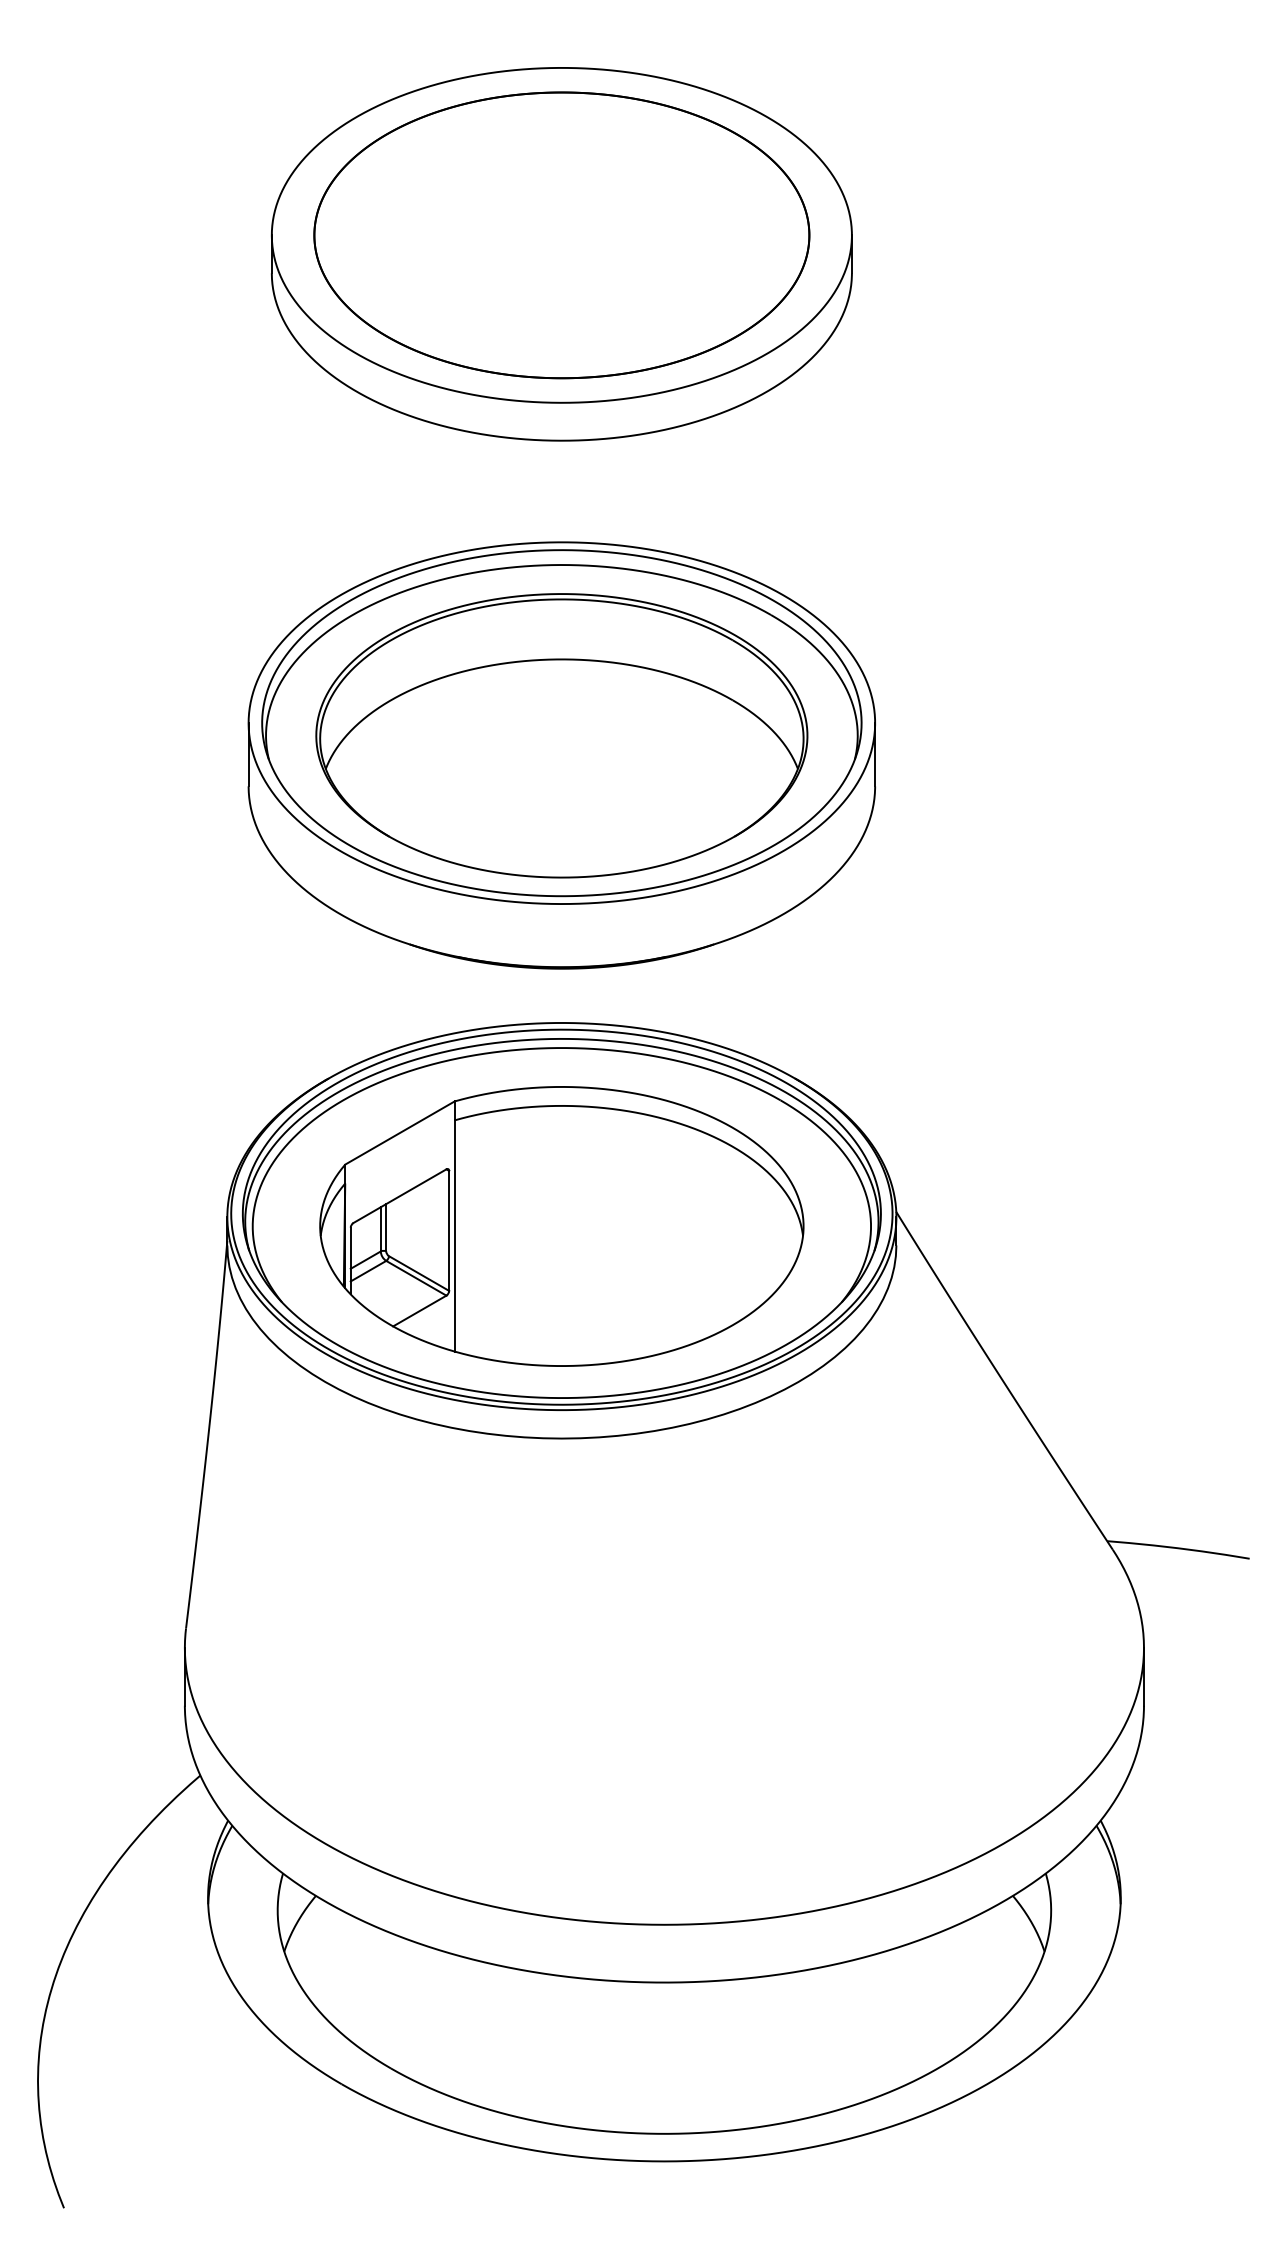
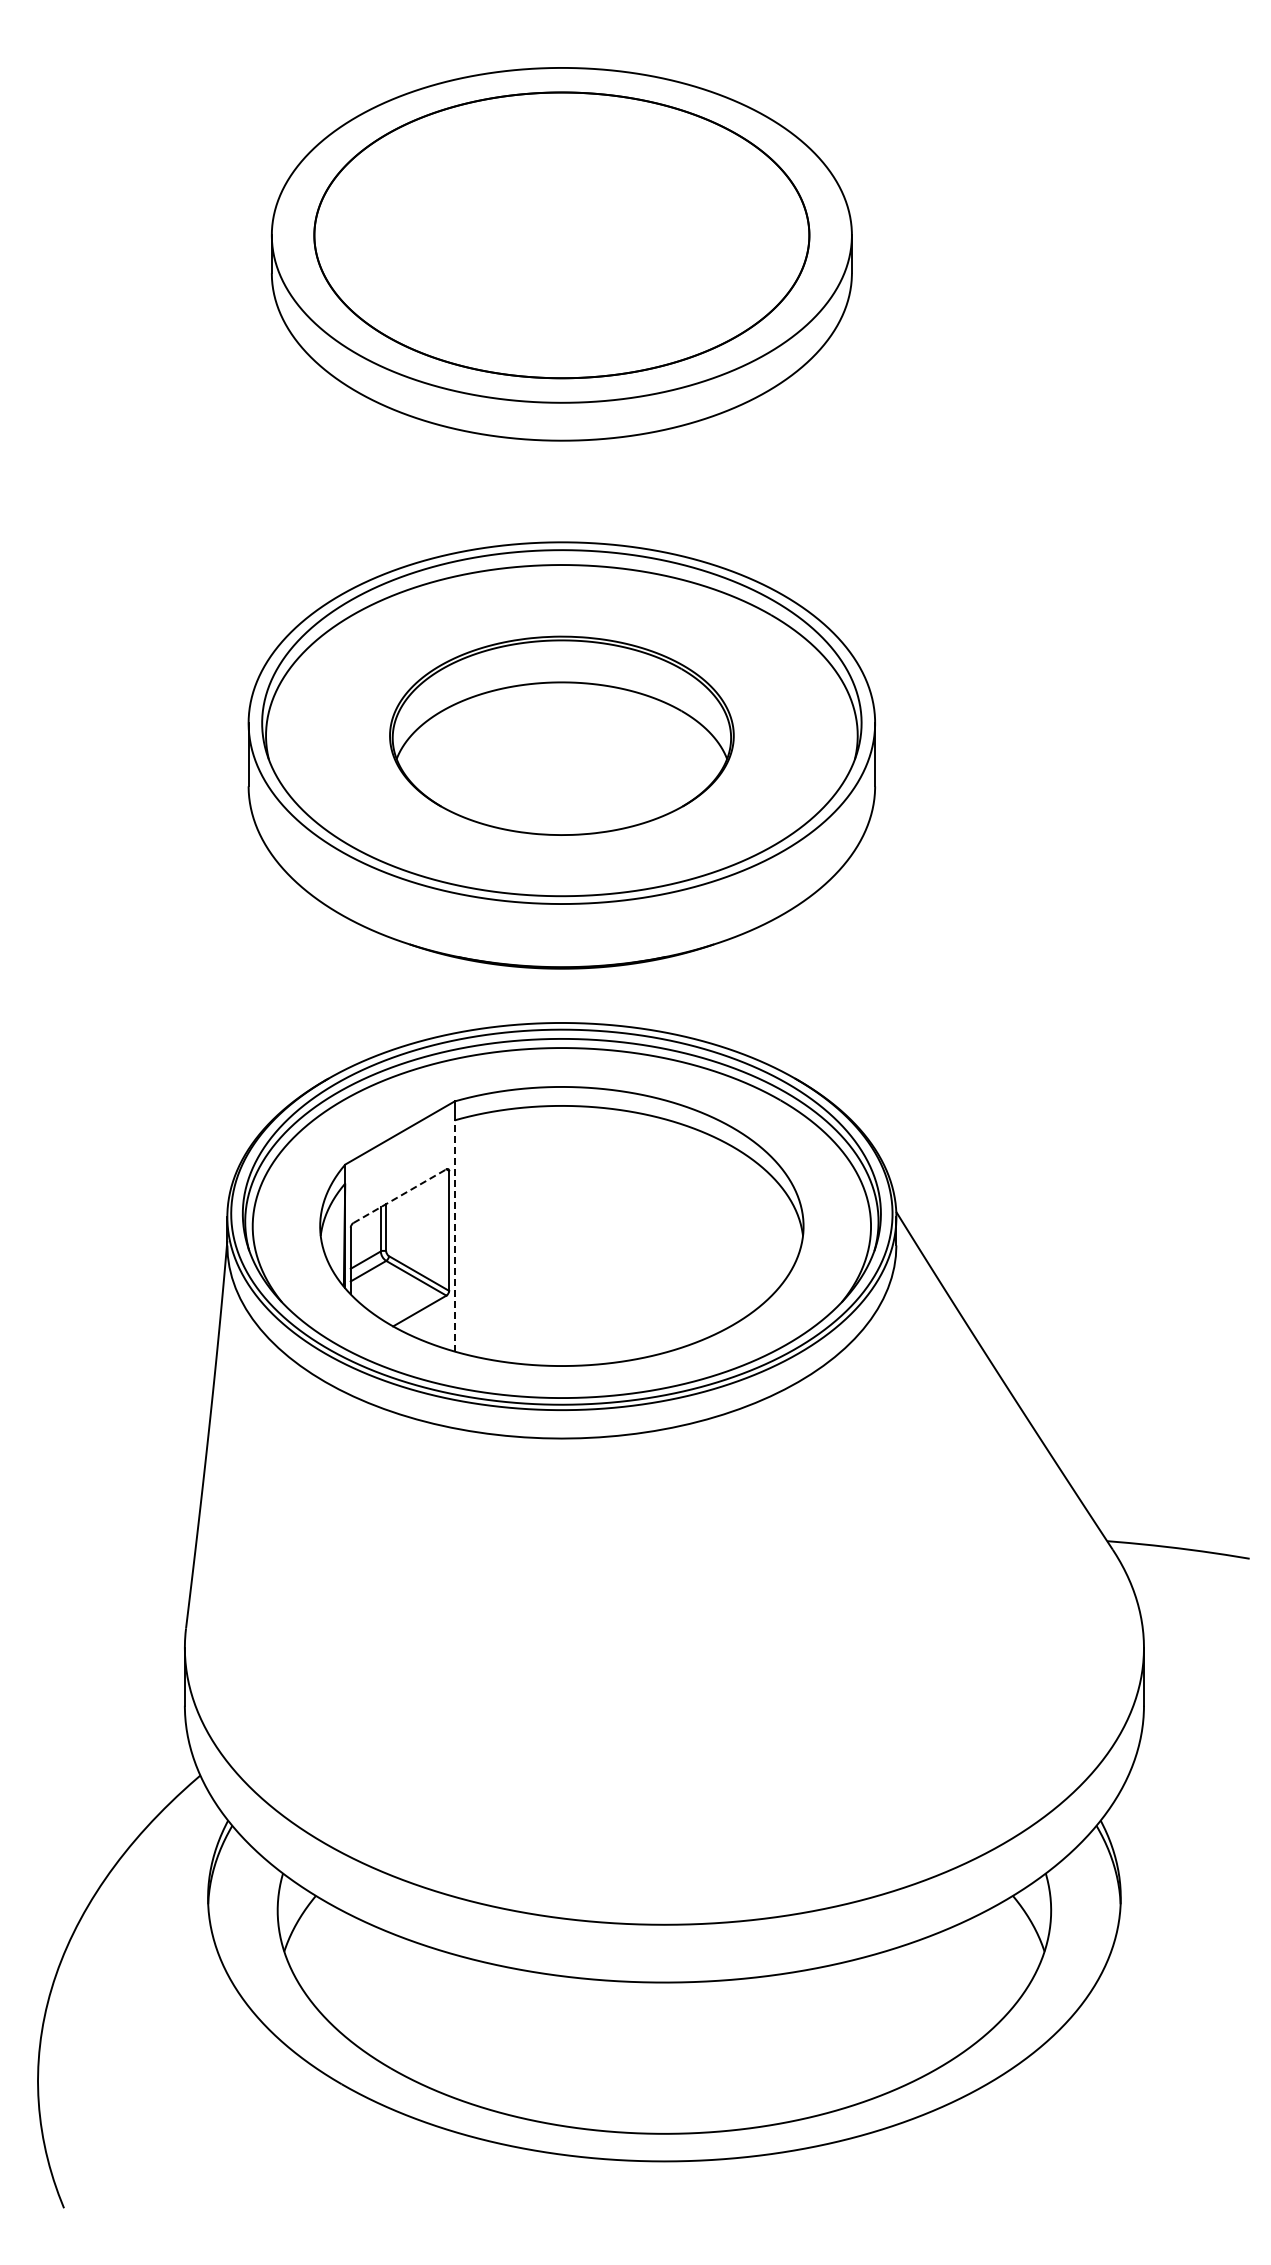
part at (561, 735) size: 494x286 px -> 346x201 px
line at (399, 1196): solid -> dashed
line at (454, 1235): solid -> dashed
